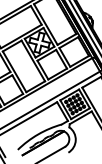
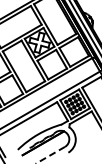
line at (50, 155): solid -> dashed
